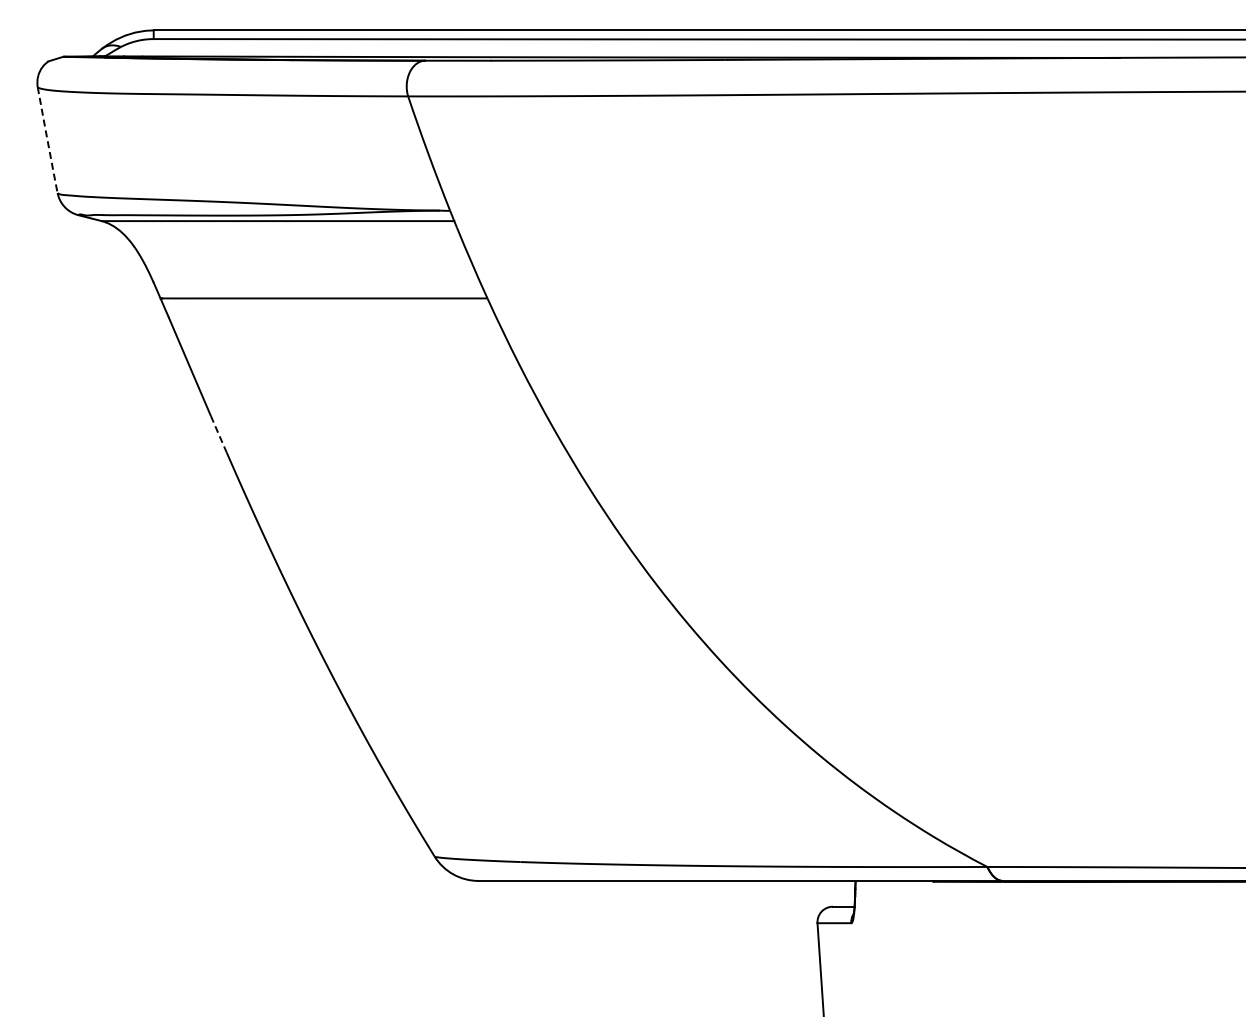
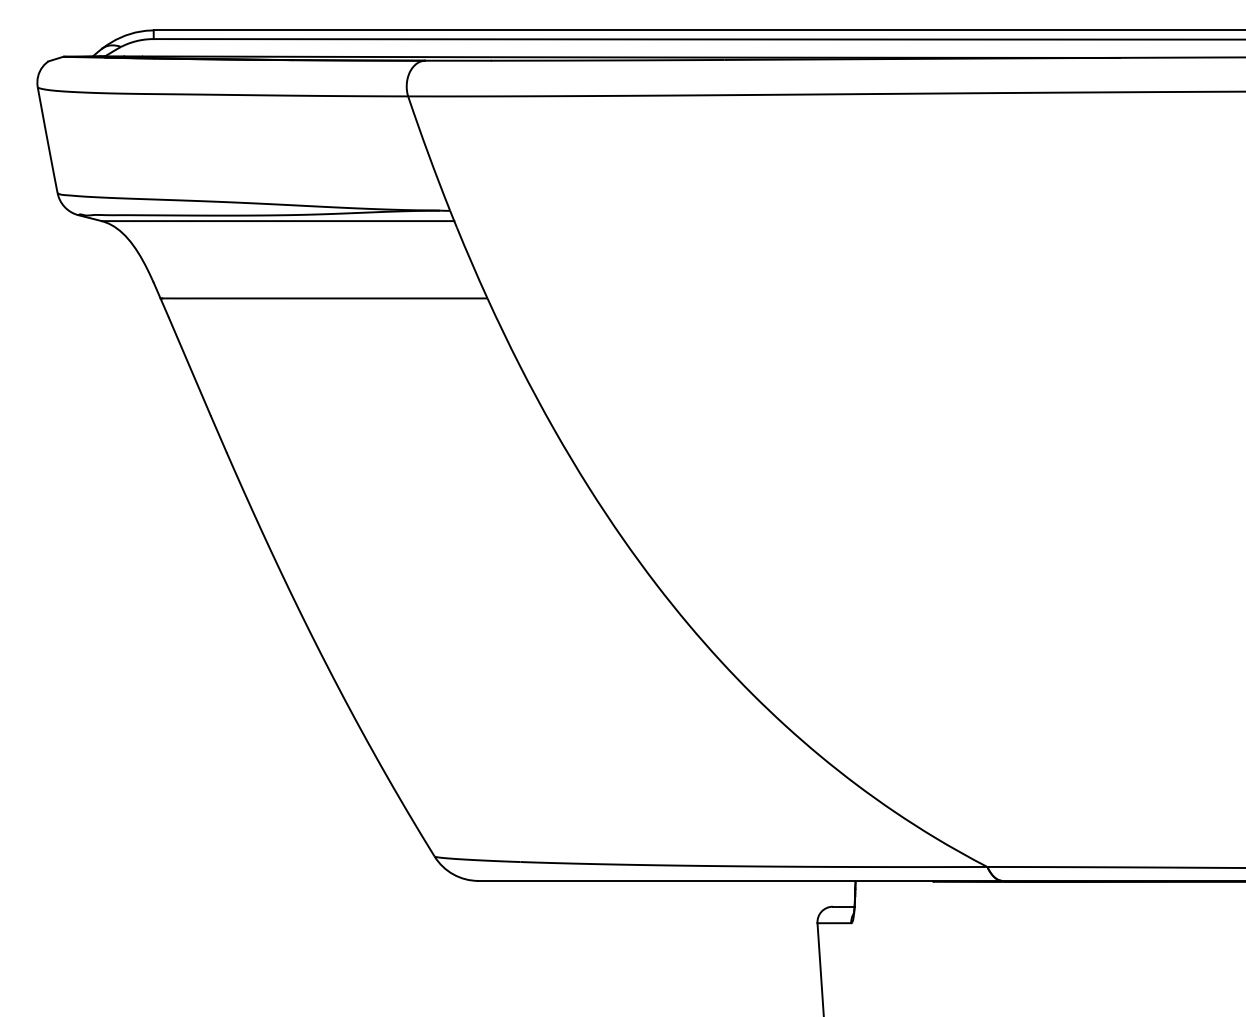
line at (47, 140): dashed -> solid
line at (218, 434): dashed -> solid
